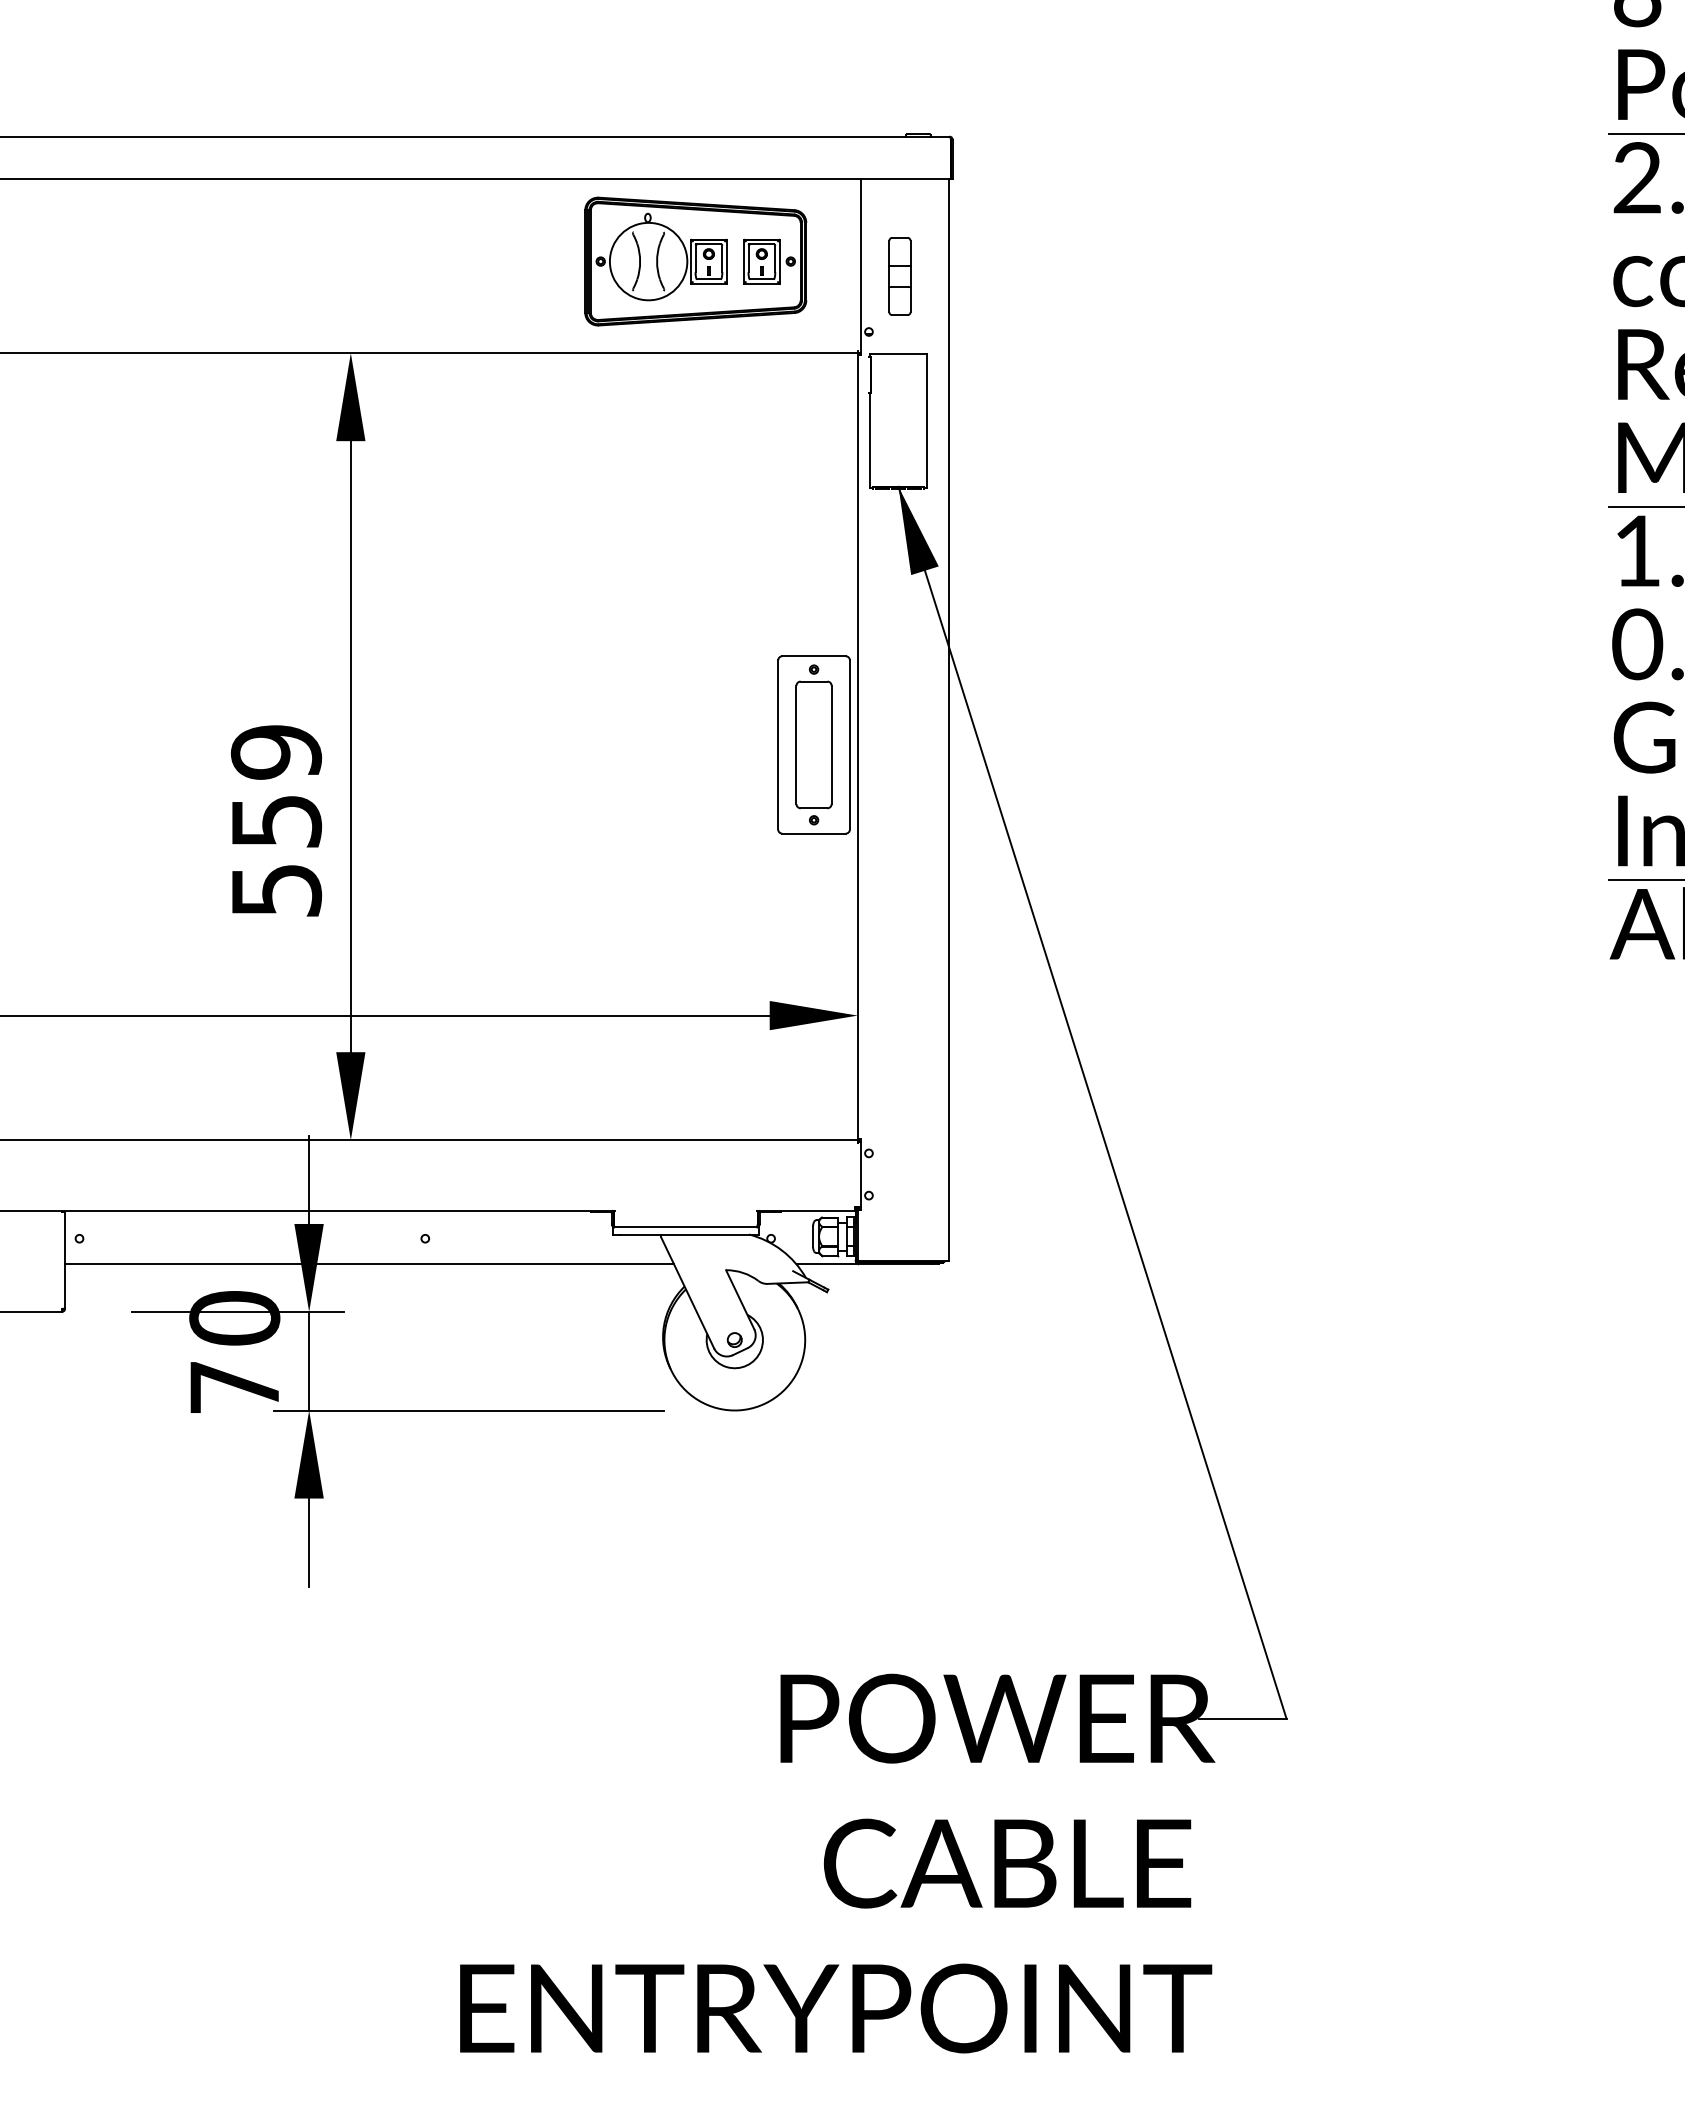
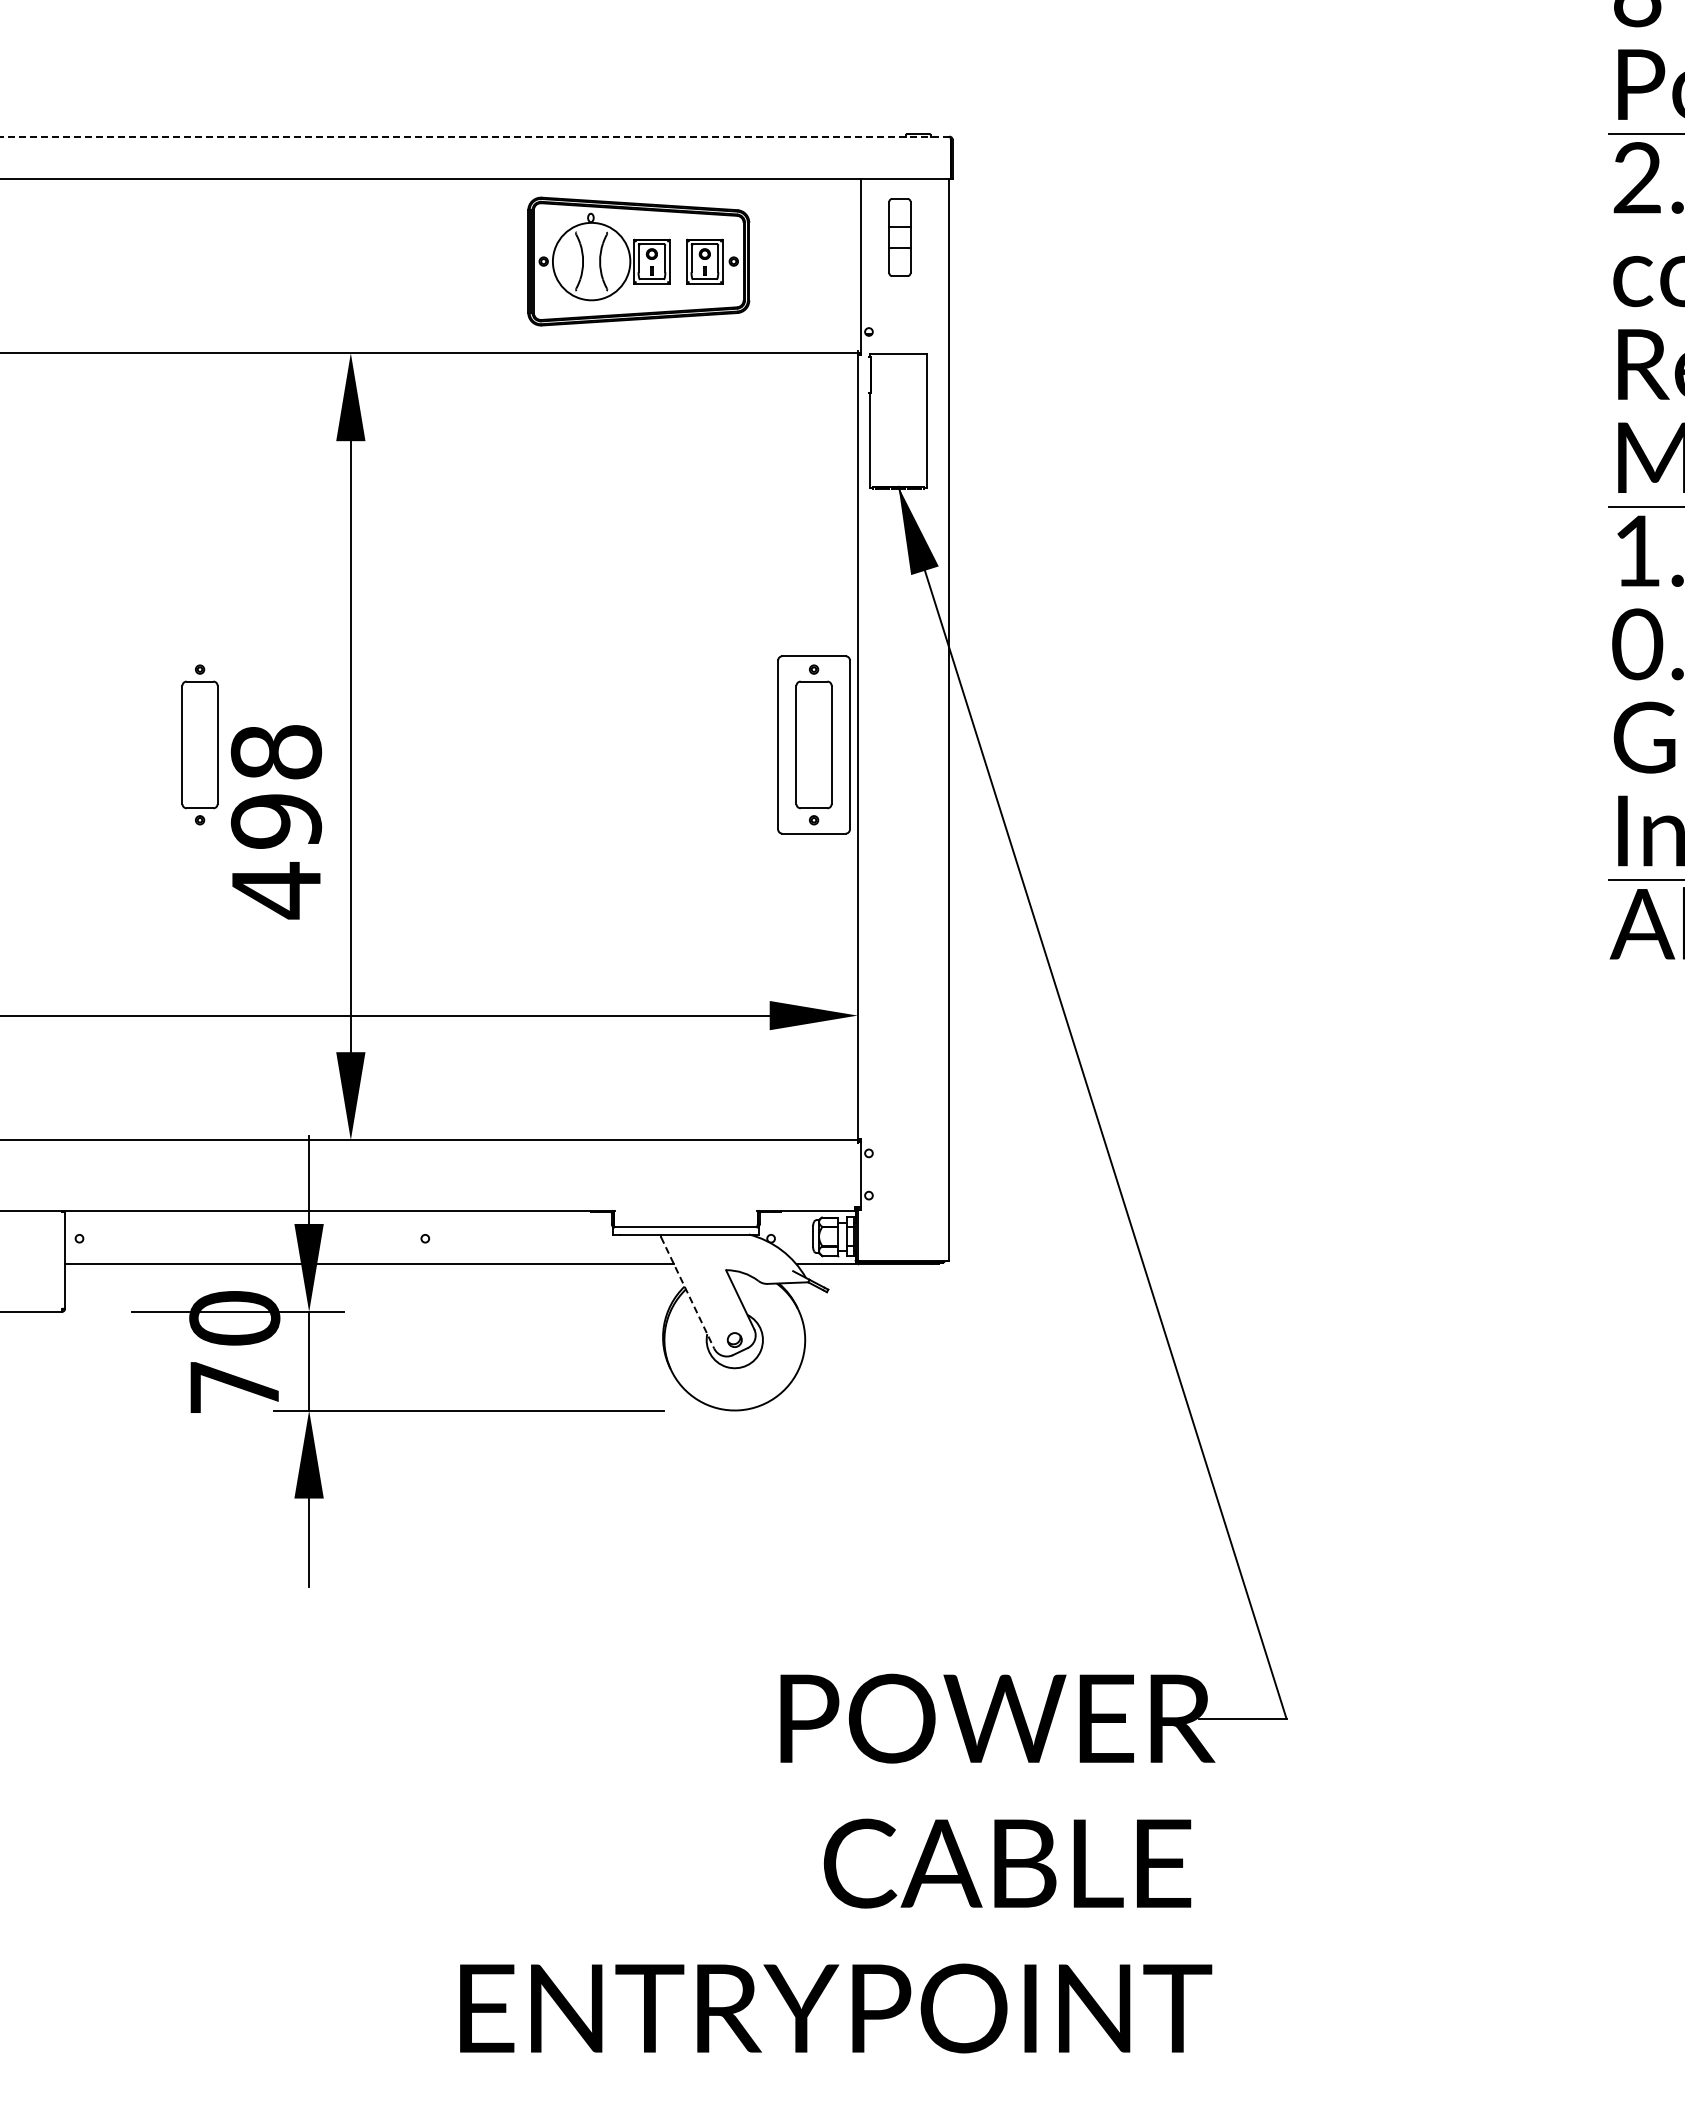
line at (475, 136): solid -> dashed
part at (695, 261) position: (695, 261) -> (638, 261)
part at (899, 276) position: (899, 276) -> (899, 237)
part at (199, 744): none -> present
text at (276, 822): 559 -> 498
line at (687, 1292): solid -> dashed
